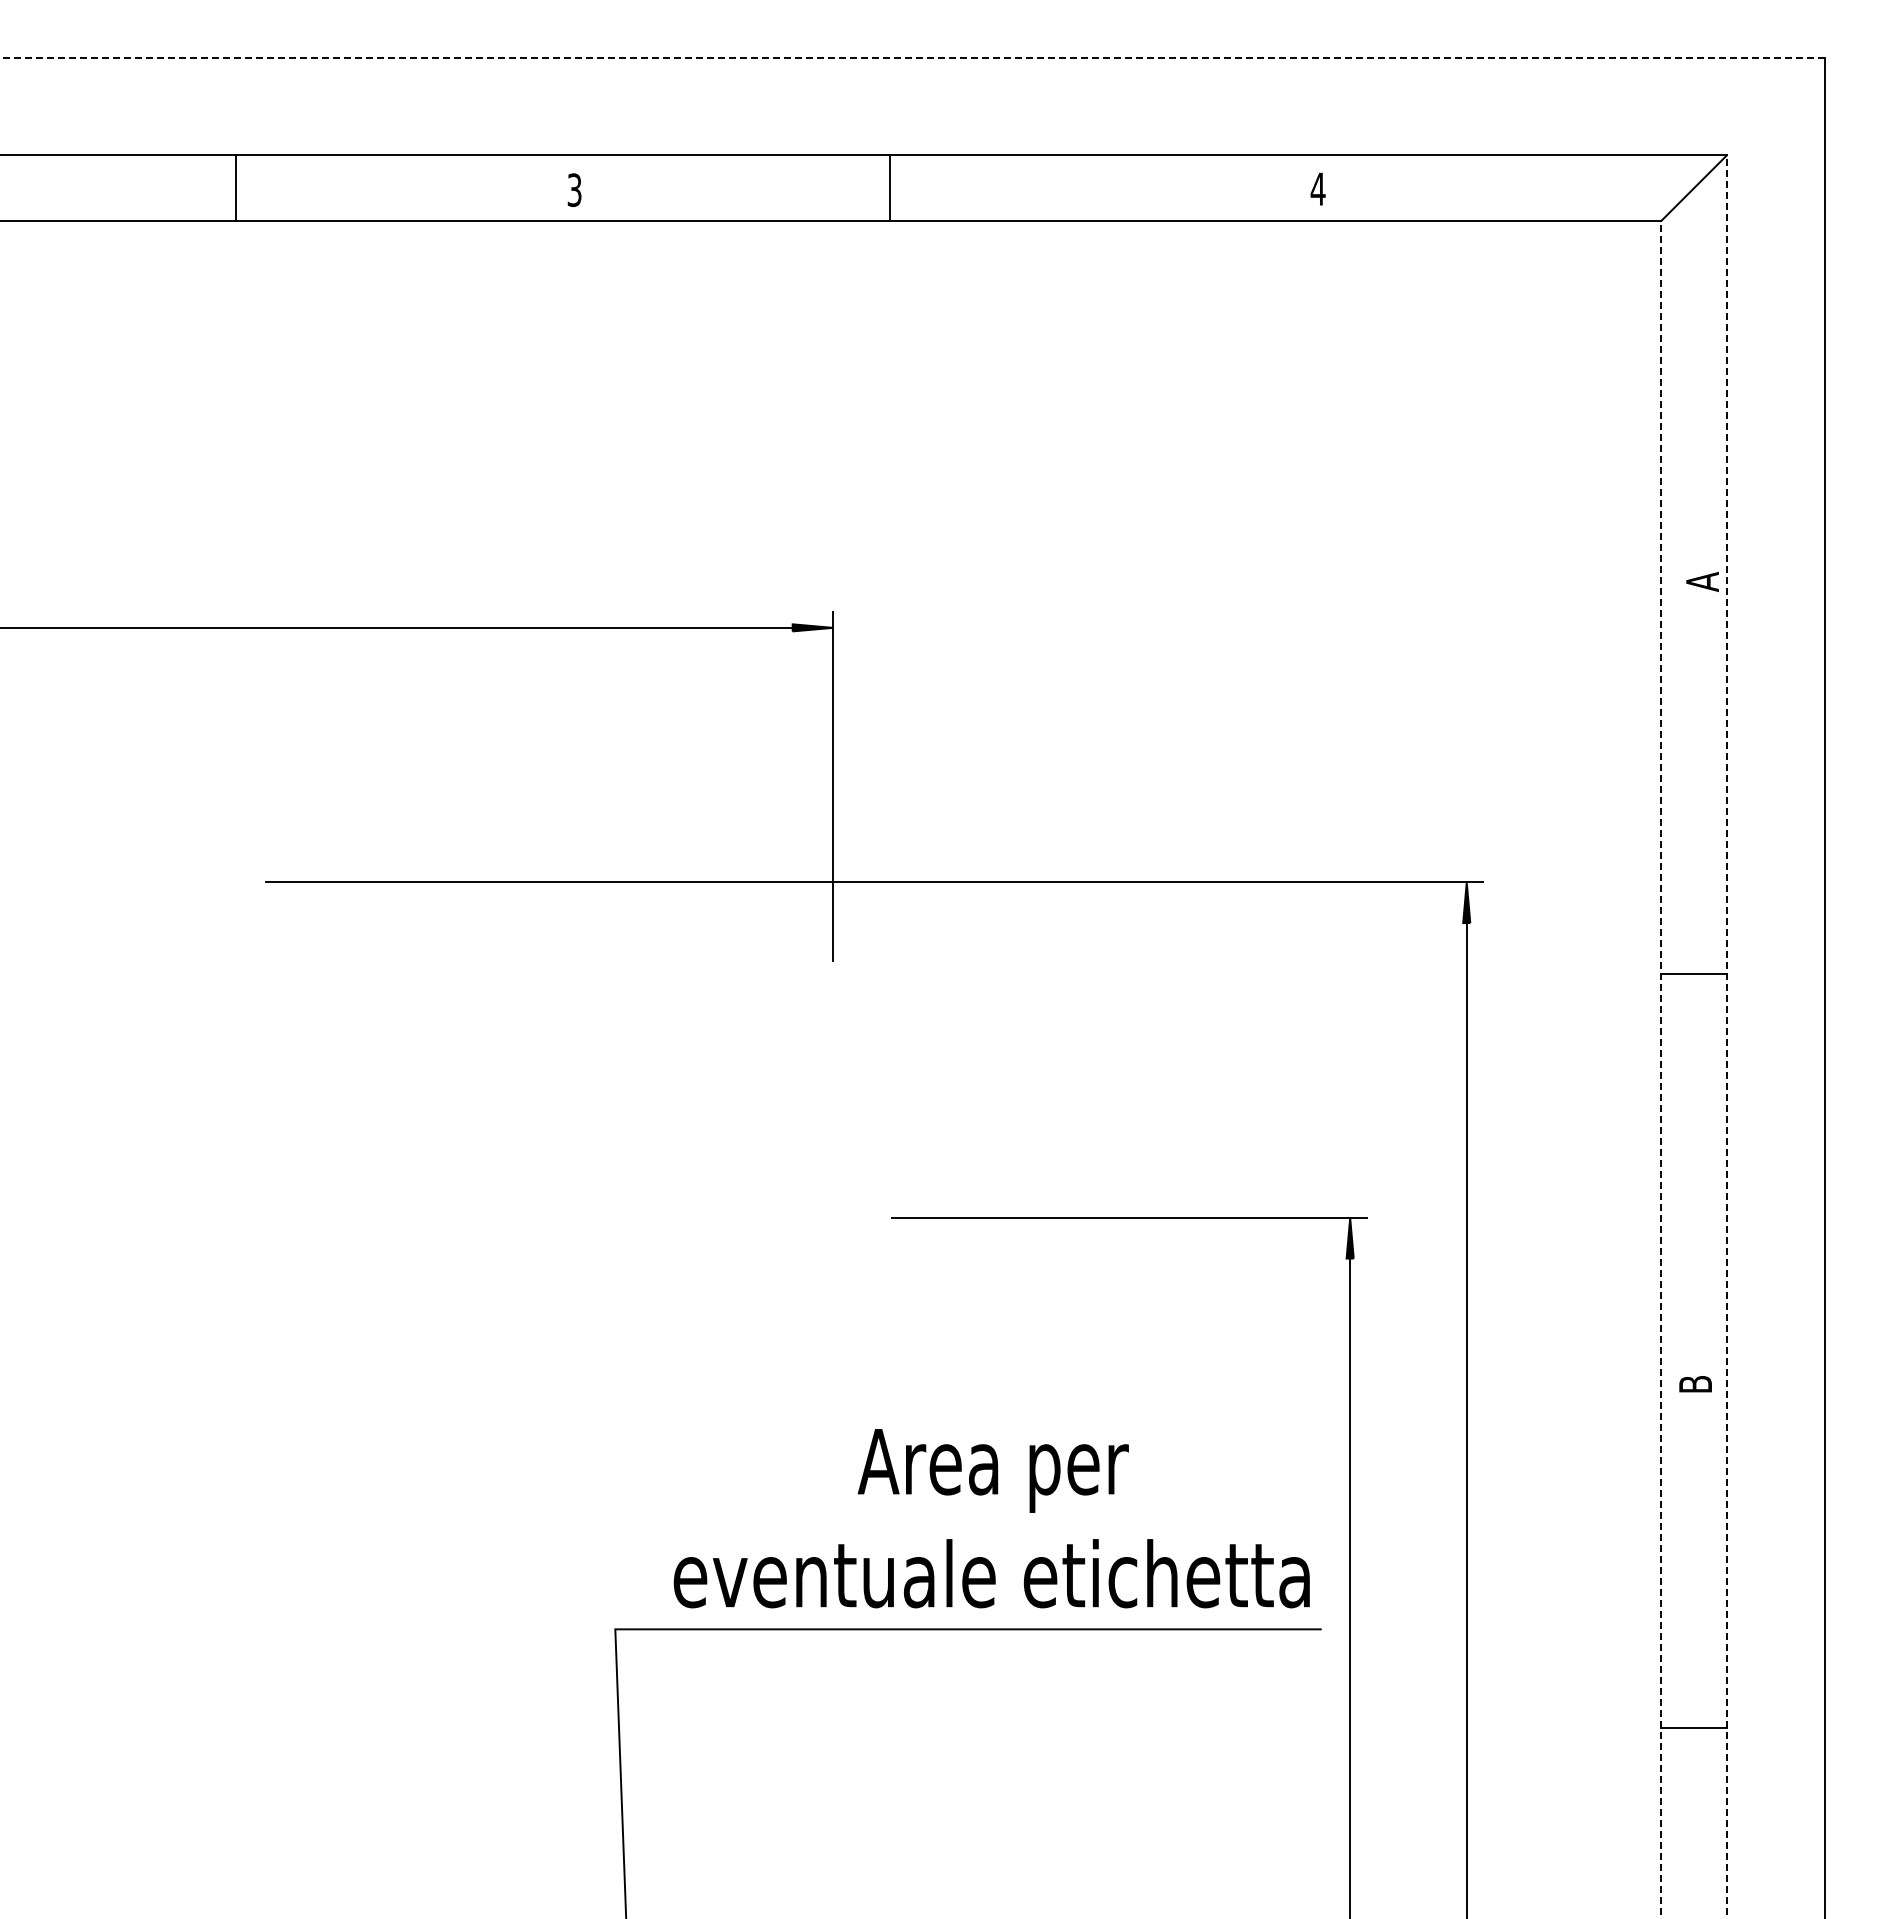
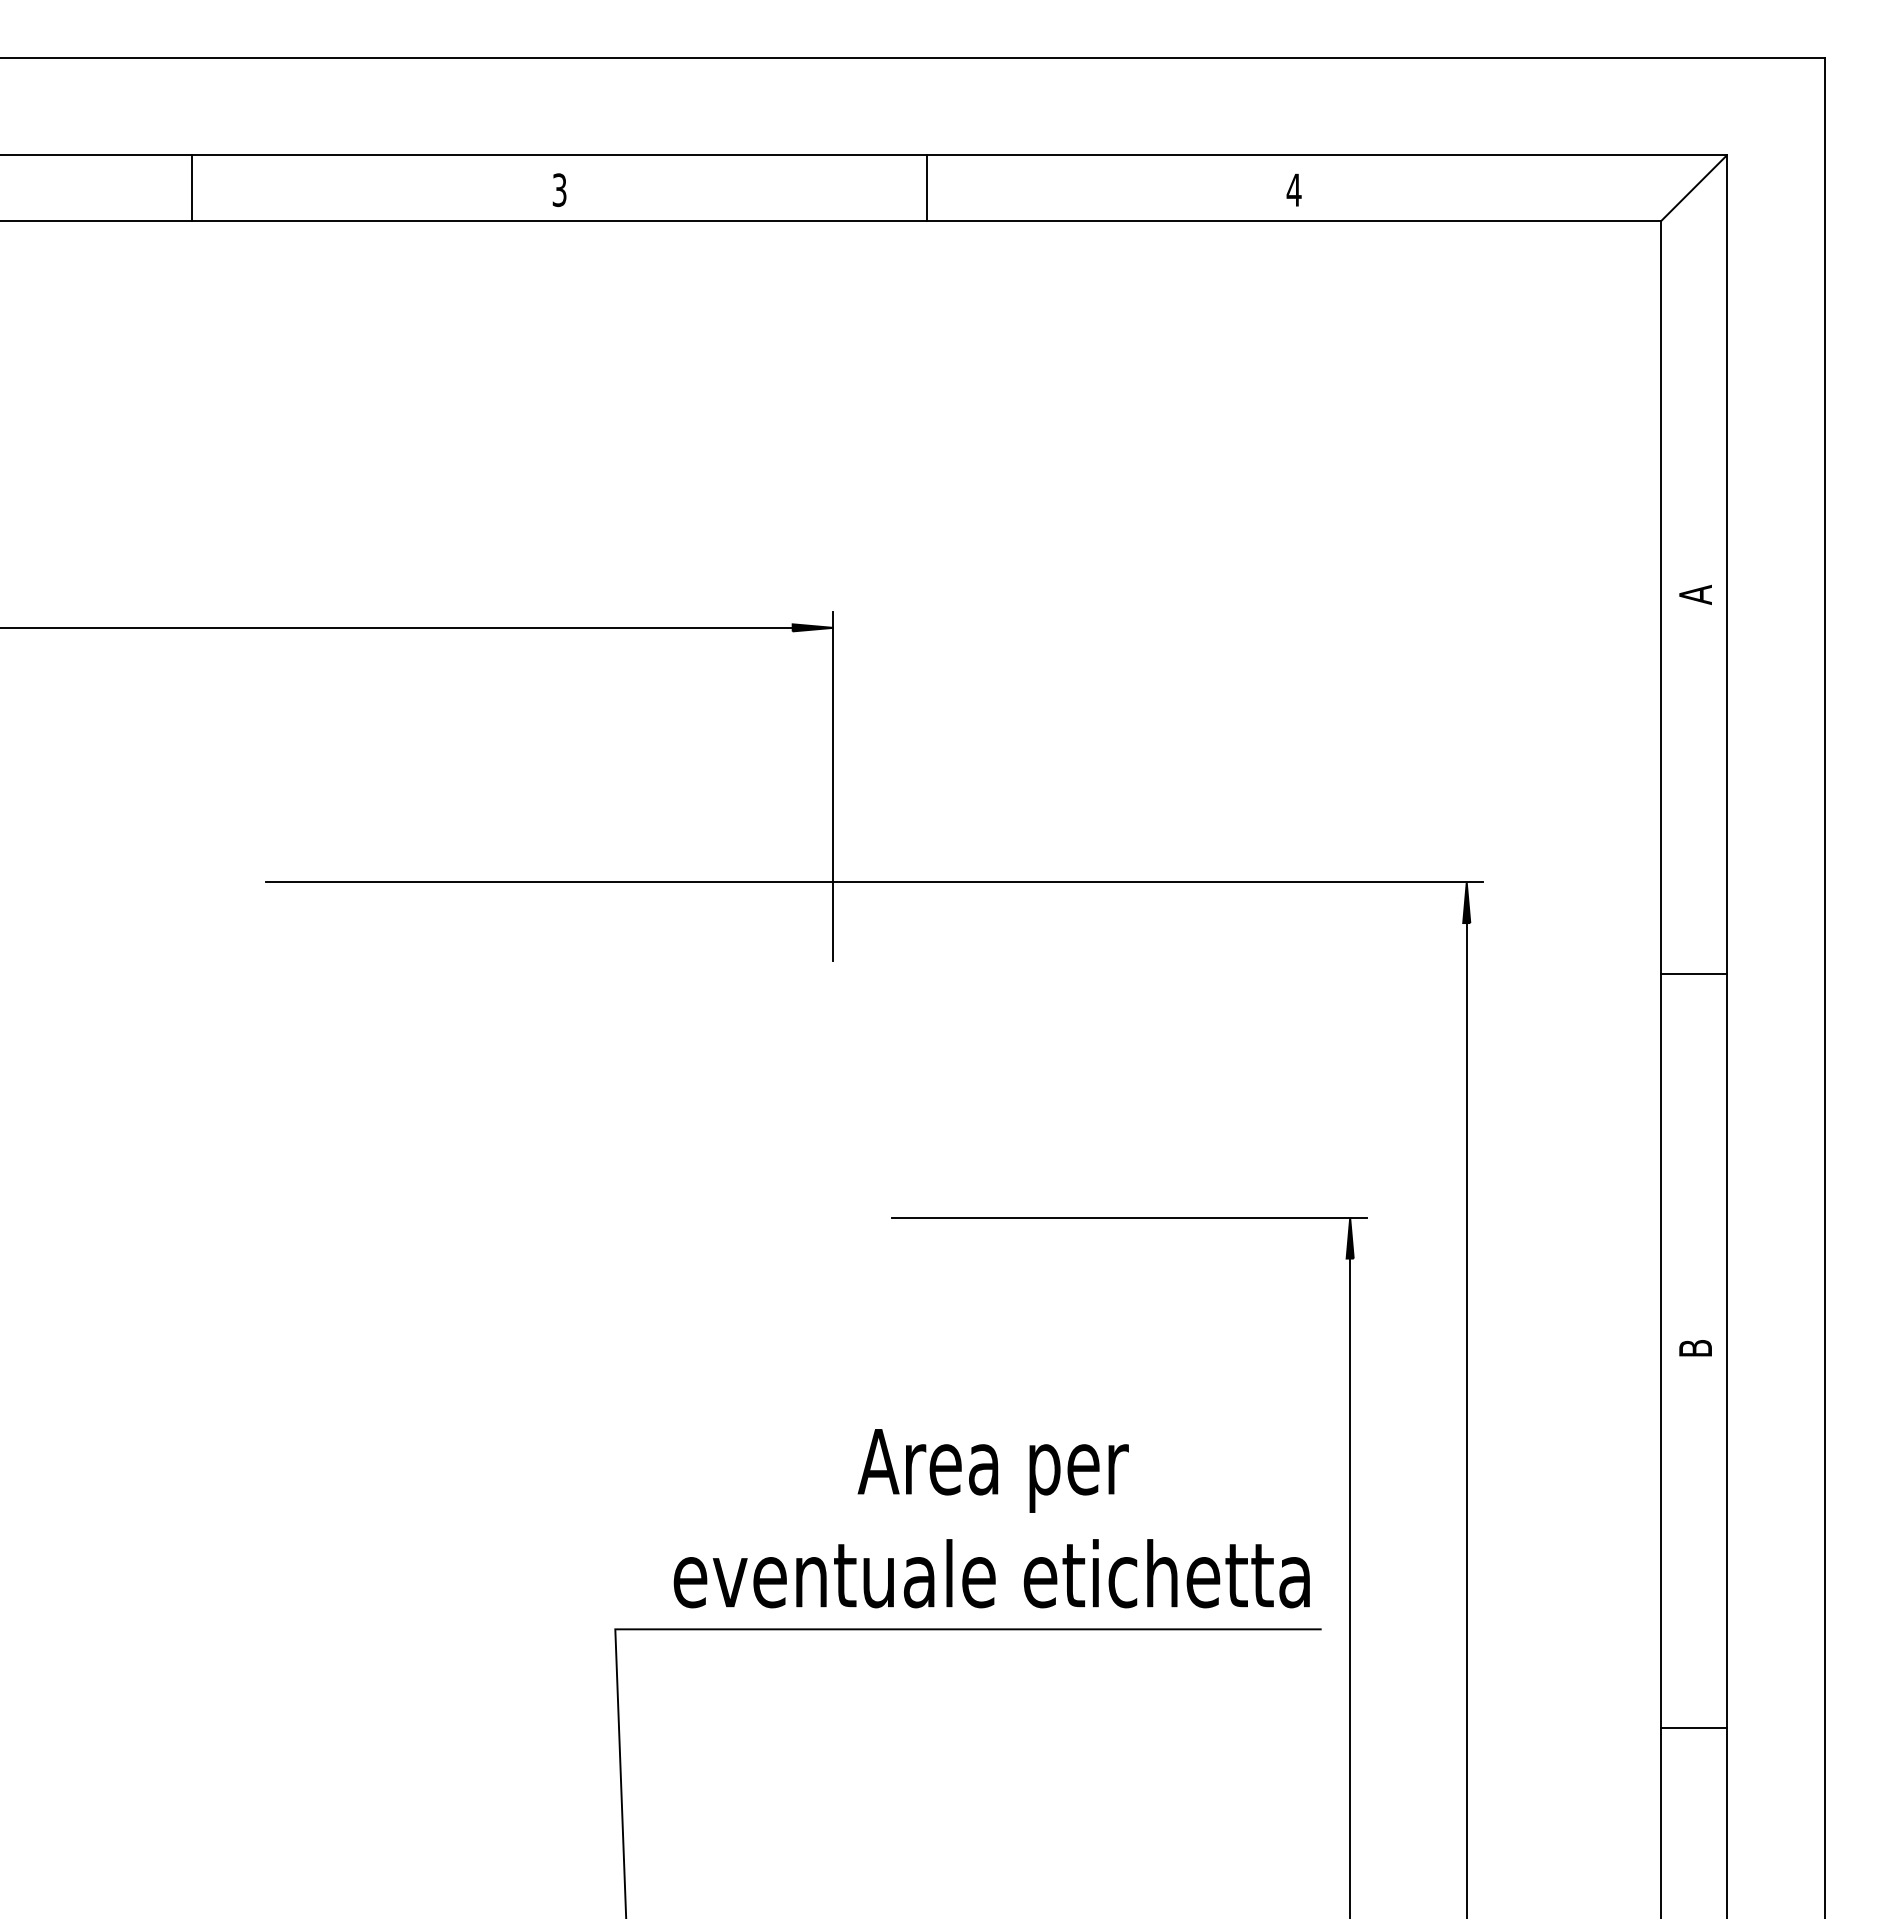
line at (912, 57): dashed -> solid
line at (236, 187) position: (236, 187) -> (192, 187)
line at (889, 187) position: (889, 187) -> (926, 187)
text at (1317, 188) position: (1317, 188) -> (1293, 189)
text at (574, 190) position: (574, 190) -> (559, 190)
text at (1702, 581) position: (1702, 581) -> (1695, 594)
line at (1726, 1036): dashed -> solid
line at (1661, 1069): dashed -> solid
text at (1695, 1384) position: (1695, 1384) -> (1695, 1348)
